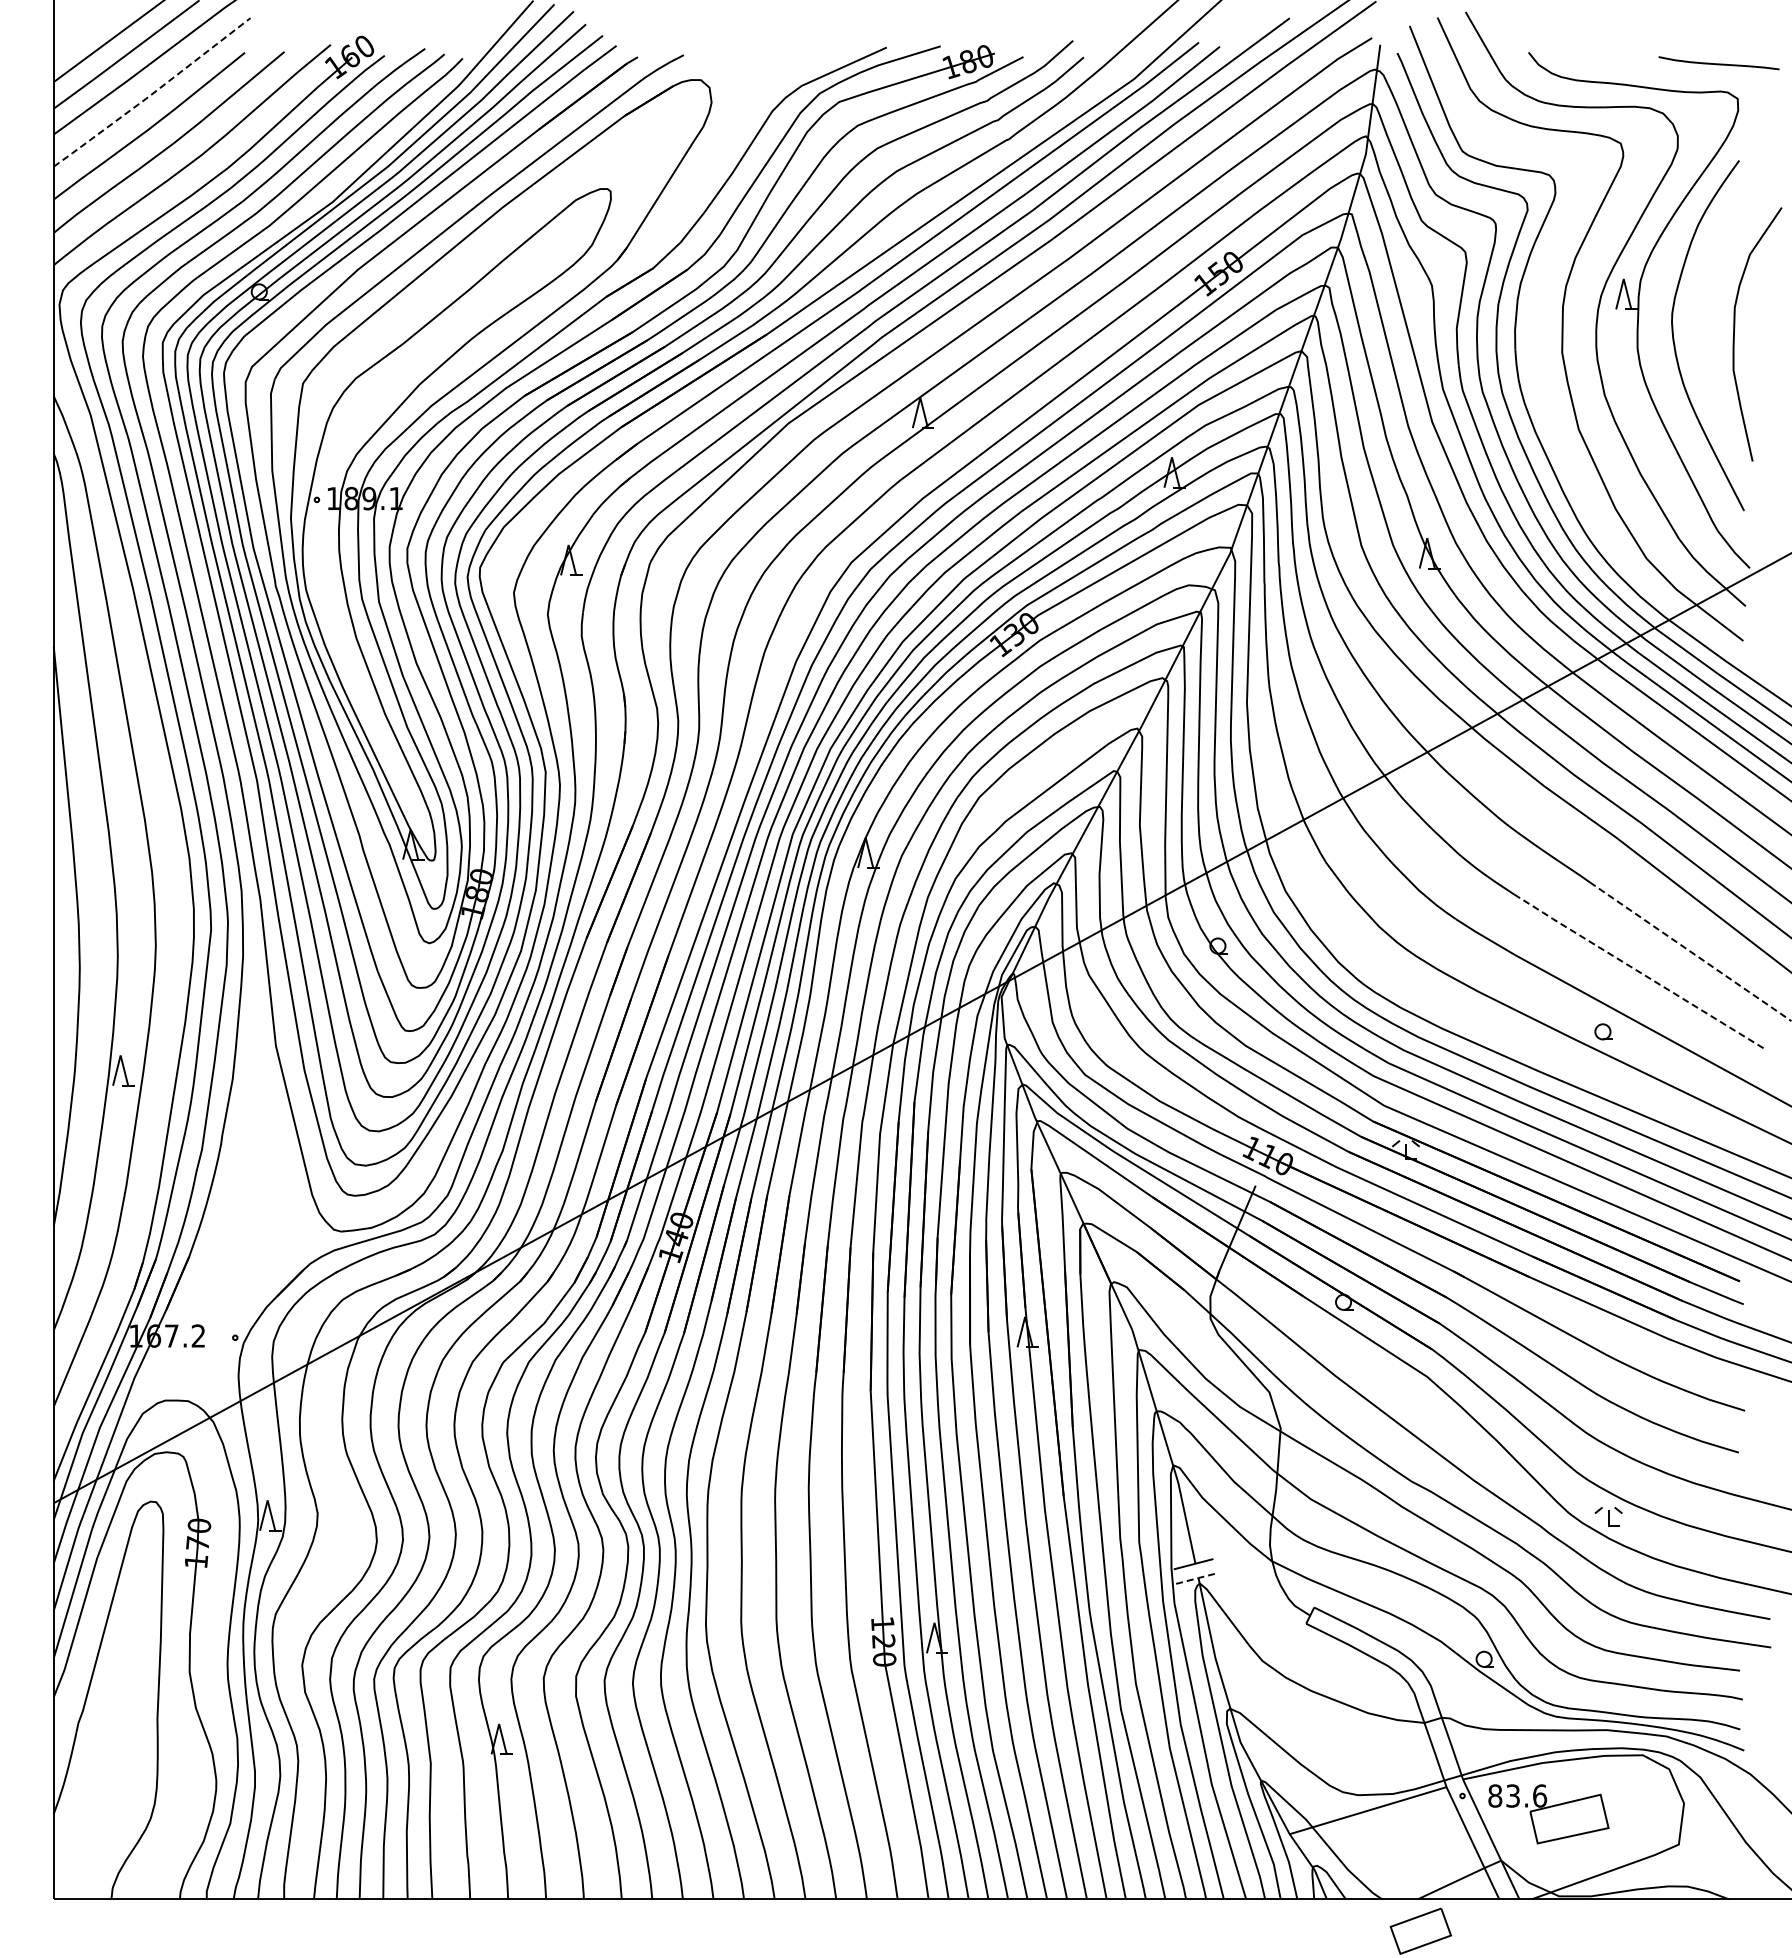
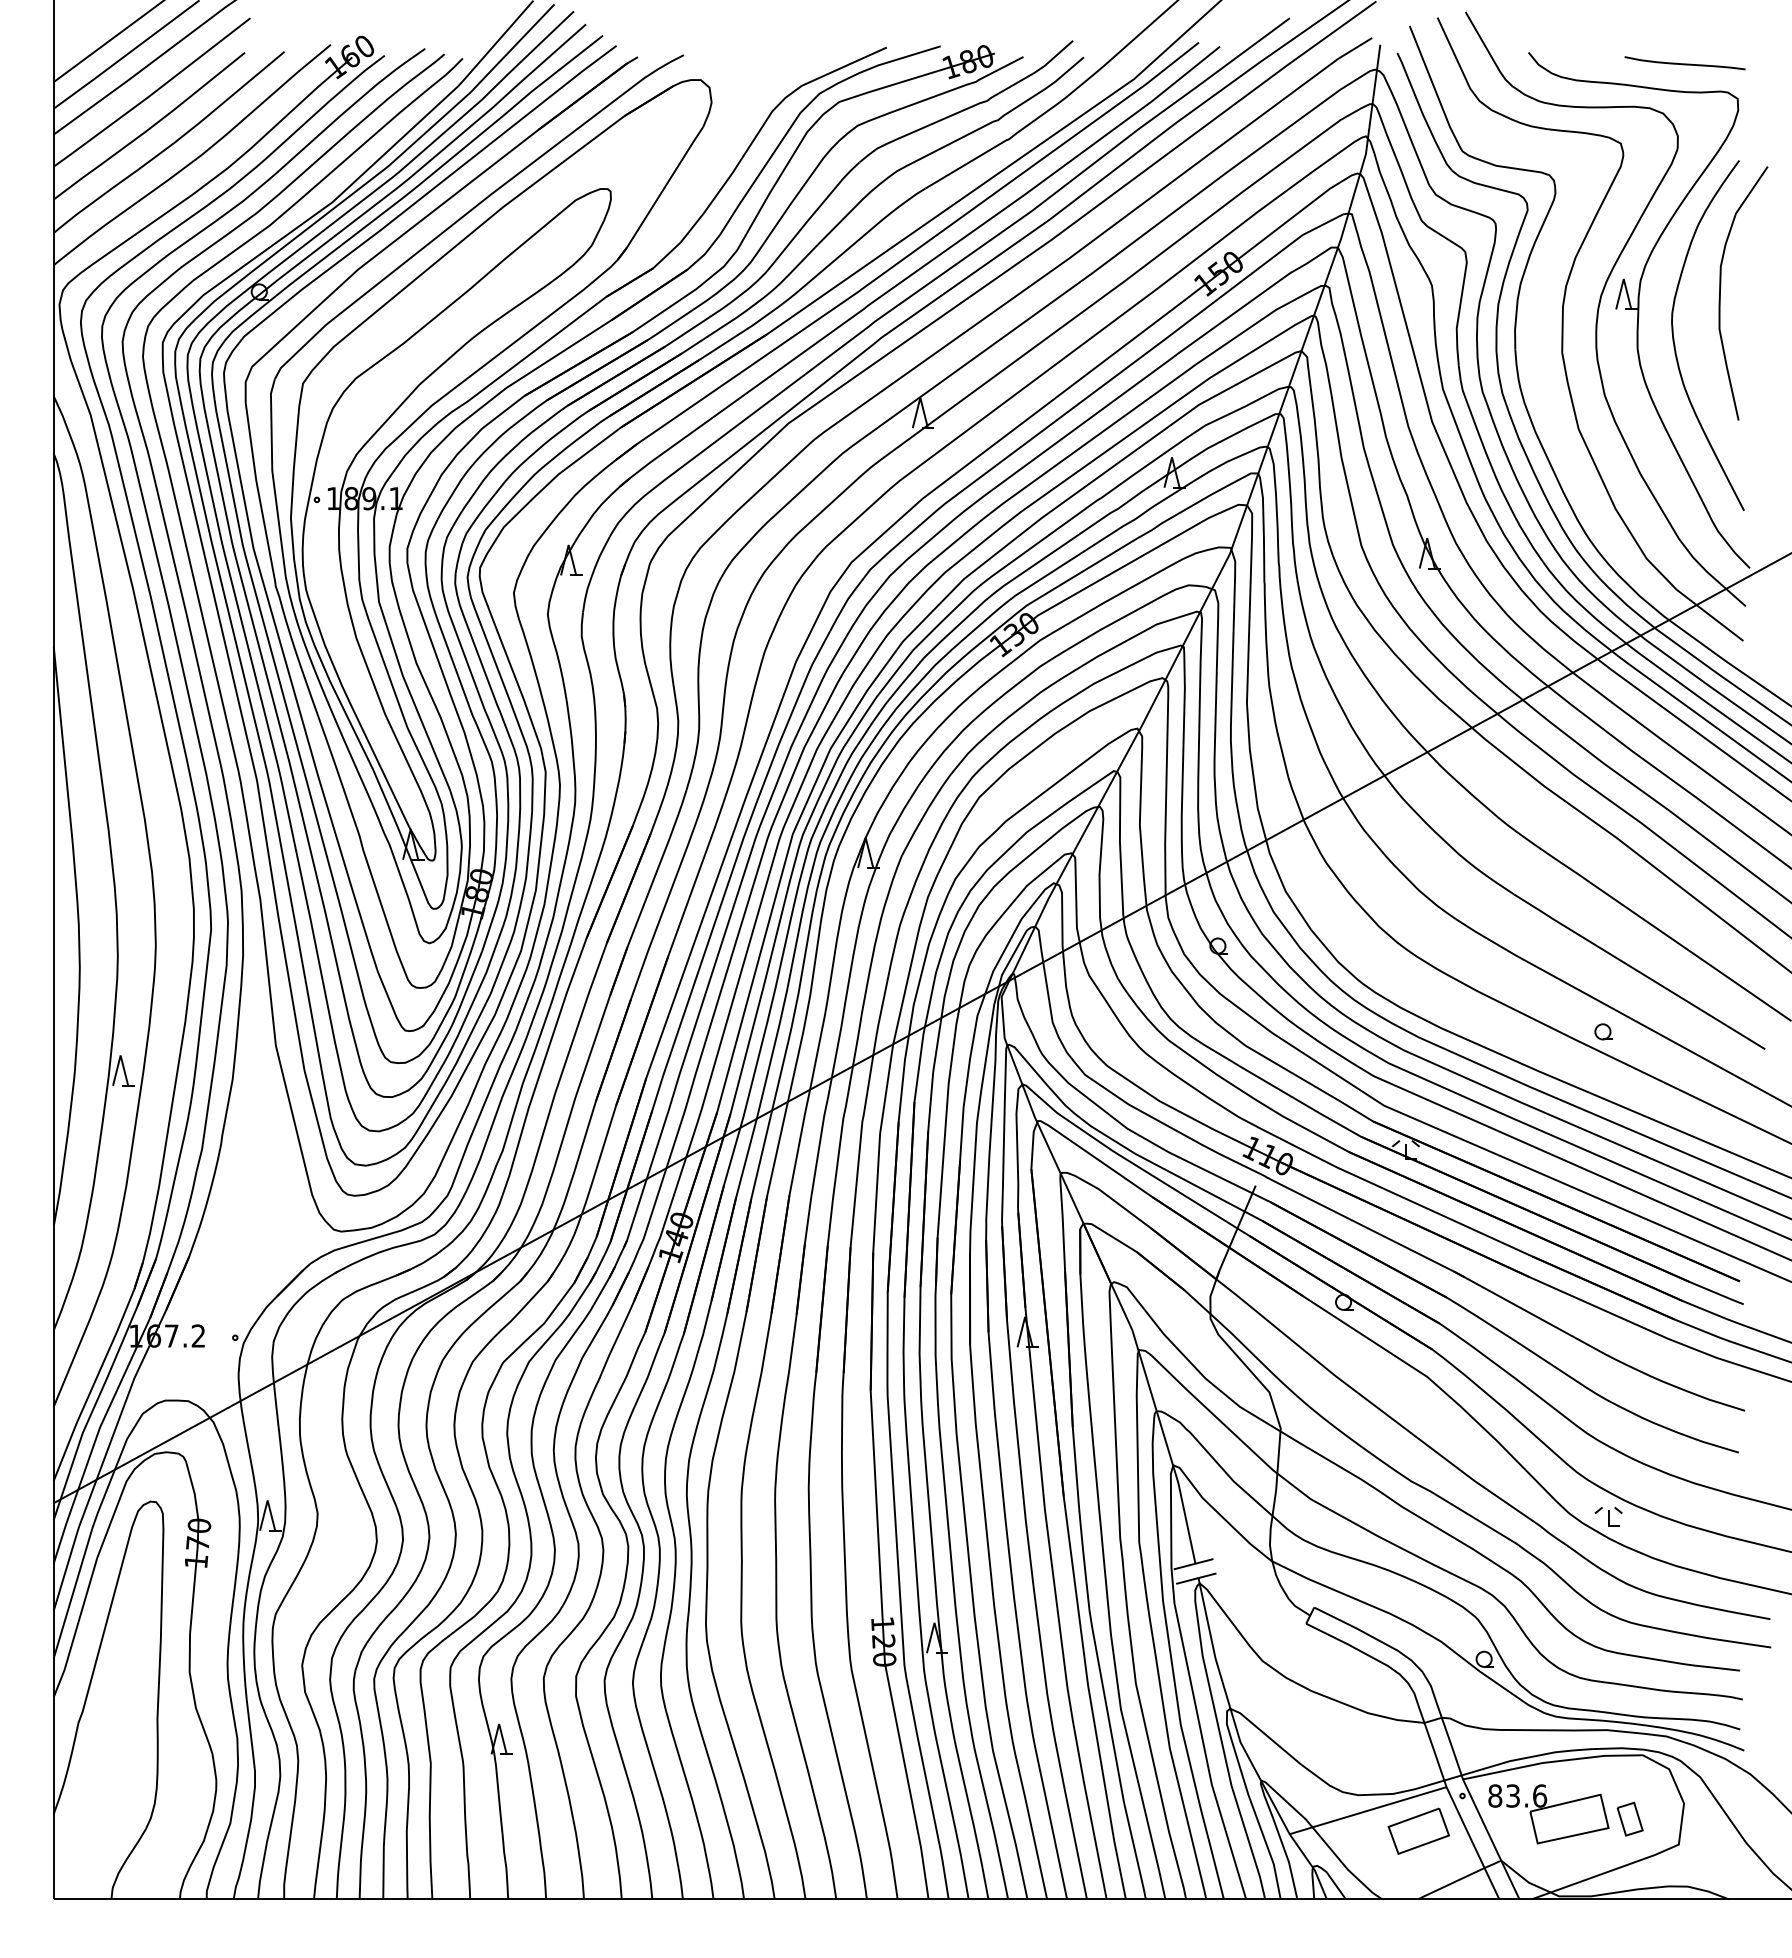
curve at (1718, 63) position: (1718, 63) -> (1684, 63)
line at (152, 94): dashed -> solid
curve at (1735, 328) position: (1735, 328) -> (1721, 287)
line at (1691, 952): dashed -> solid
line at (1638, 971): dashed -> solid
line at (1196, 1578): dashed -> solid
part at (1629, 1818): none -> present
part at (1420, 1930) position: (1420, 1930) -> (1418, 1830)
